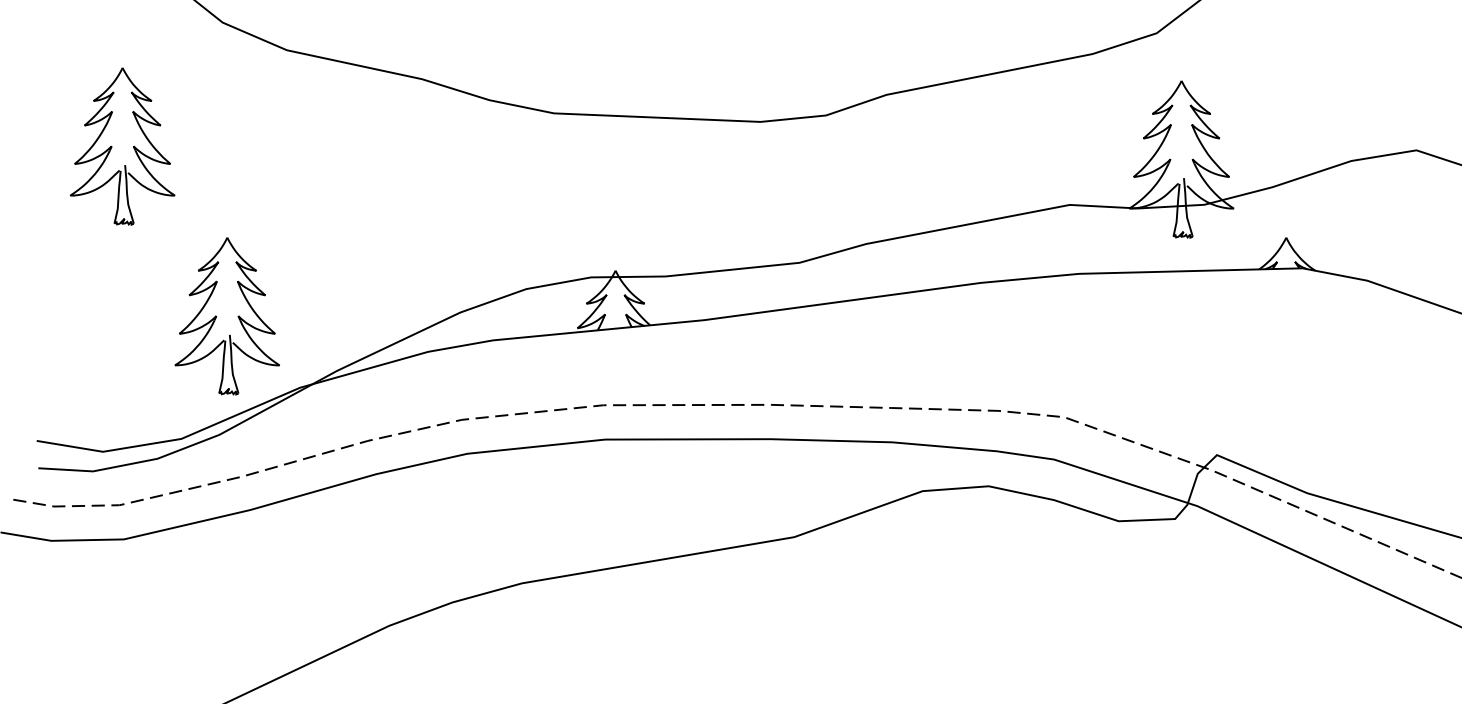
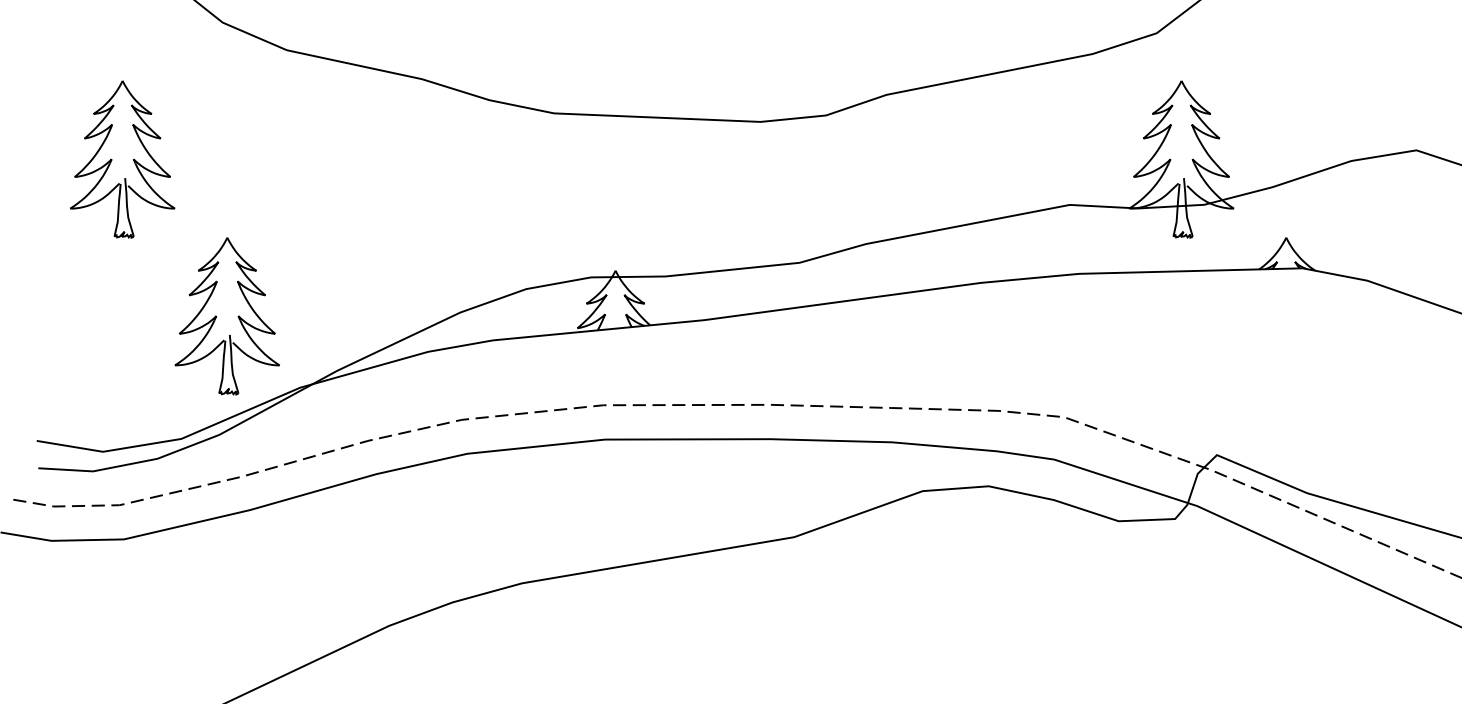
part at (122, 146) position: (122, 146) -> (122, 159)
